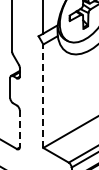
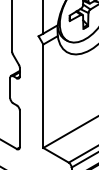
line at (43, 96): dashed -> solid
line at (19, 128): dashed -> solid
